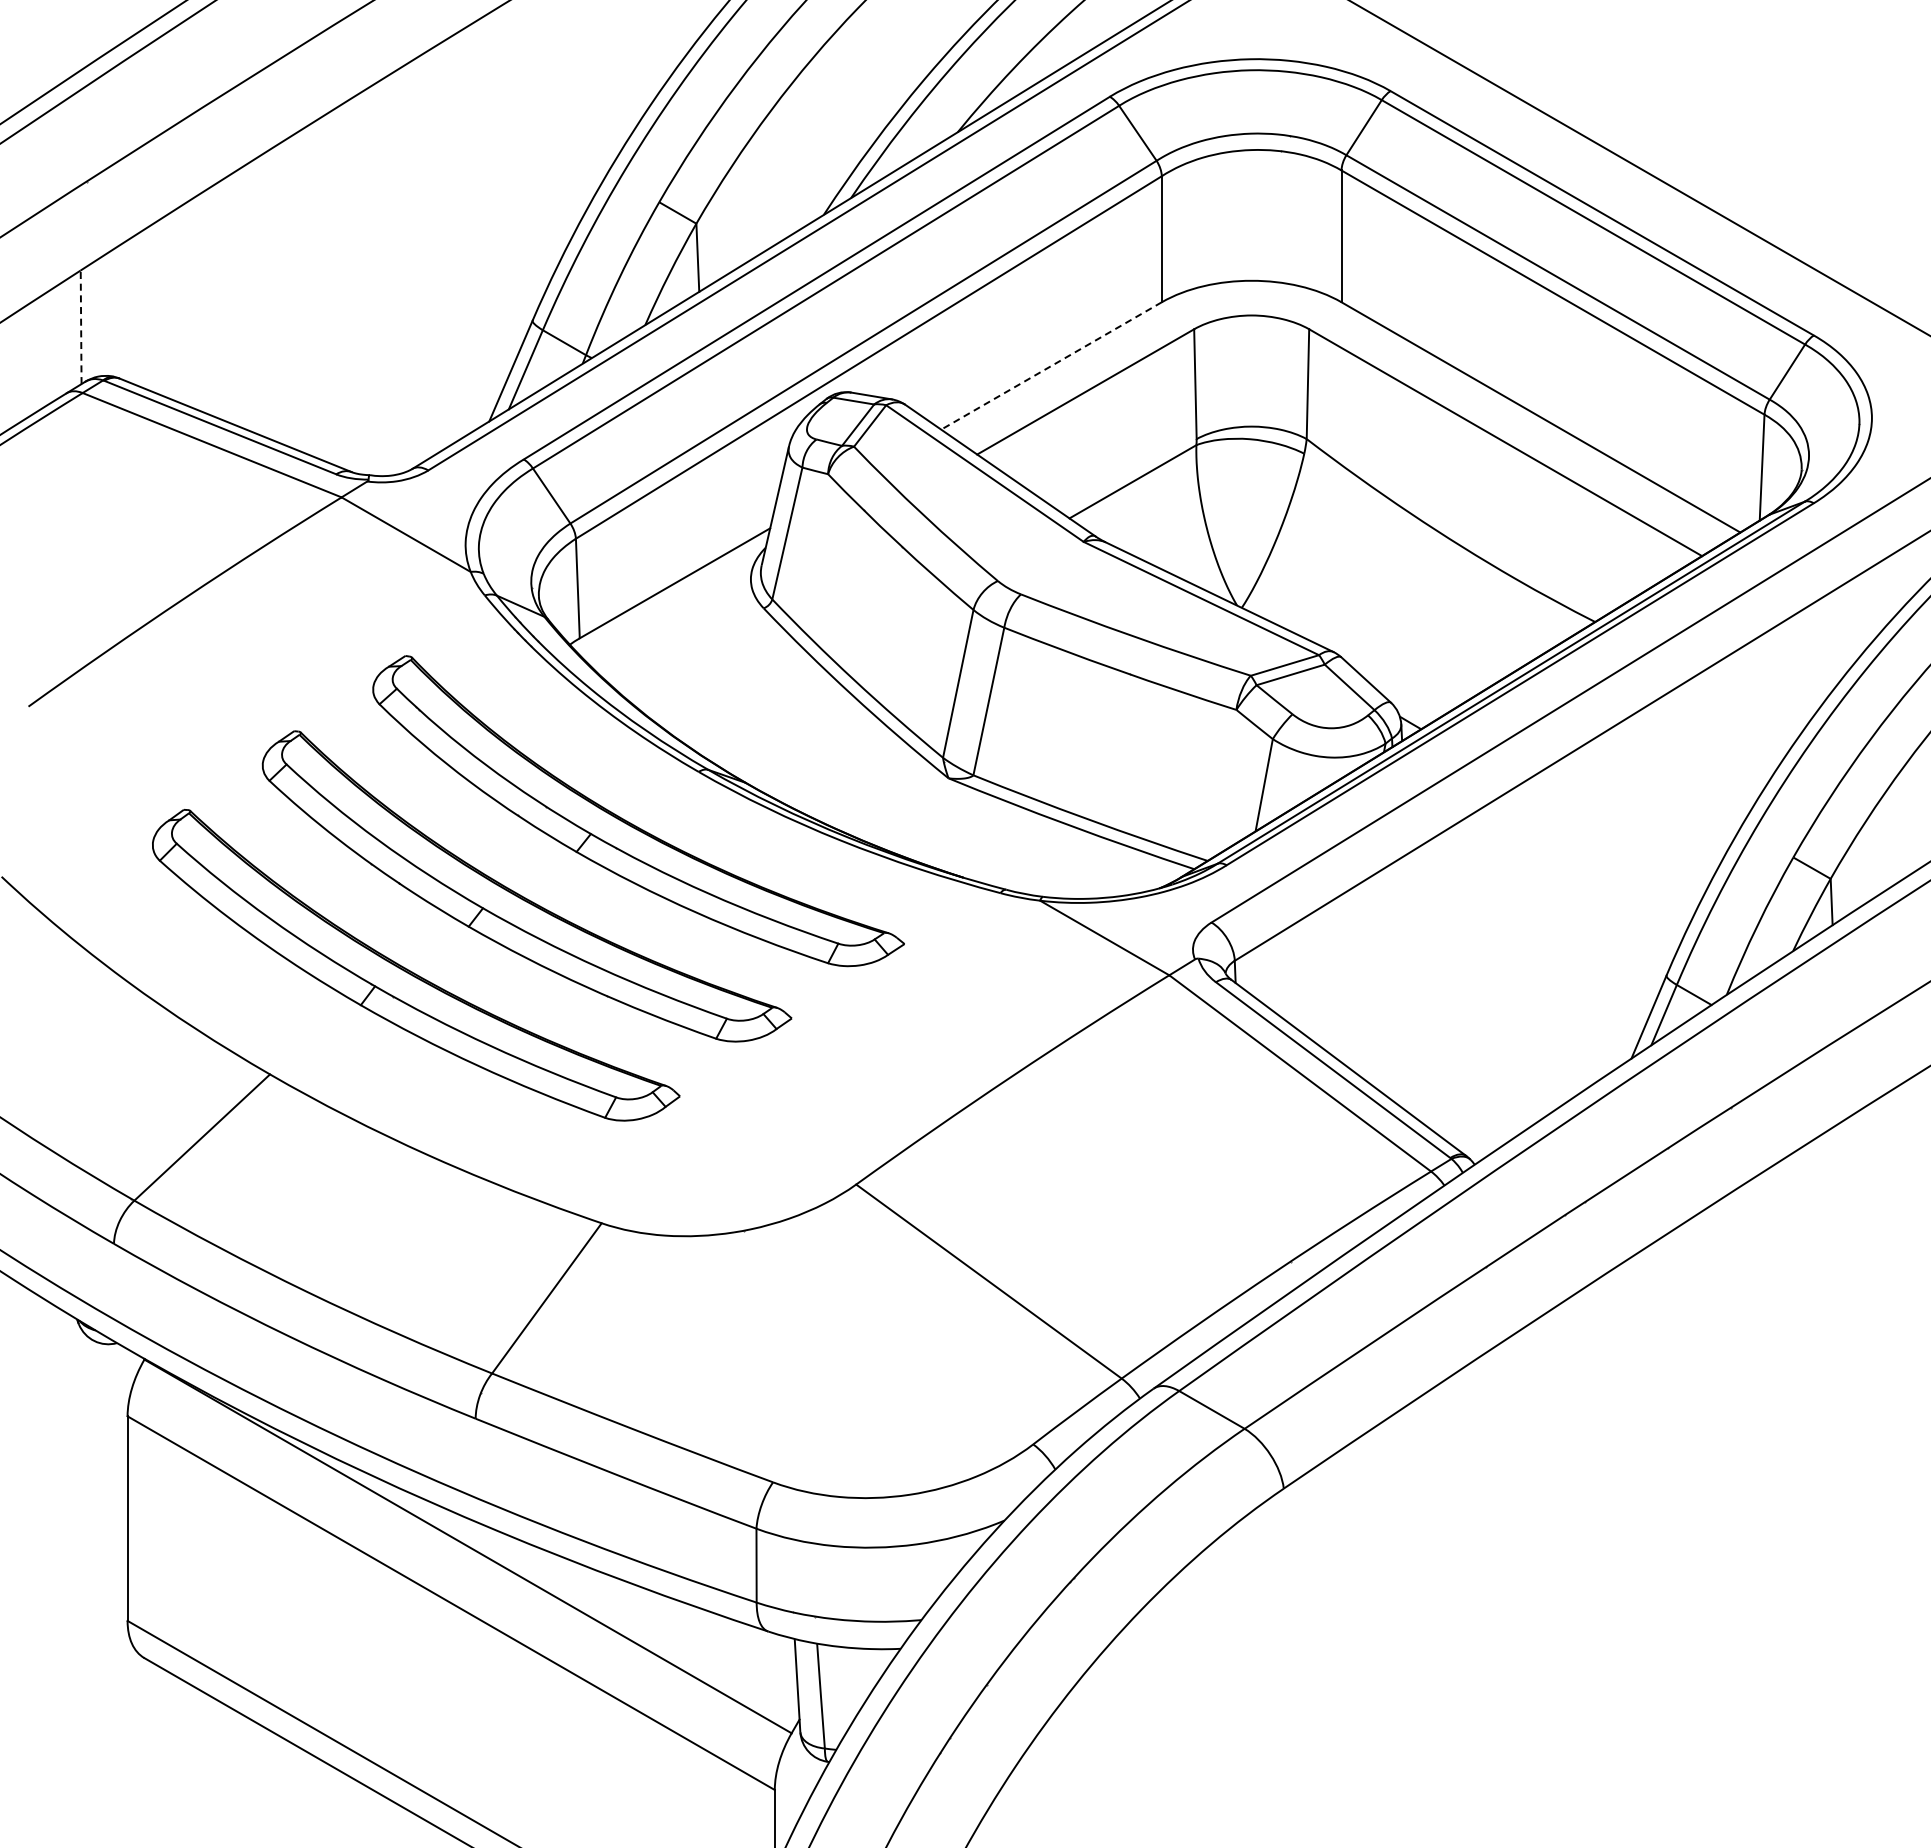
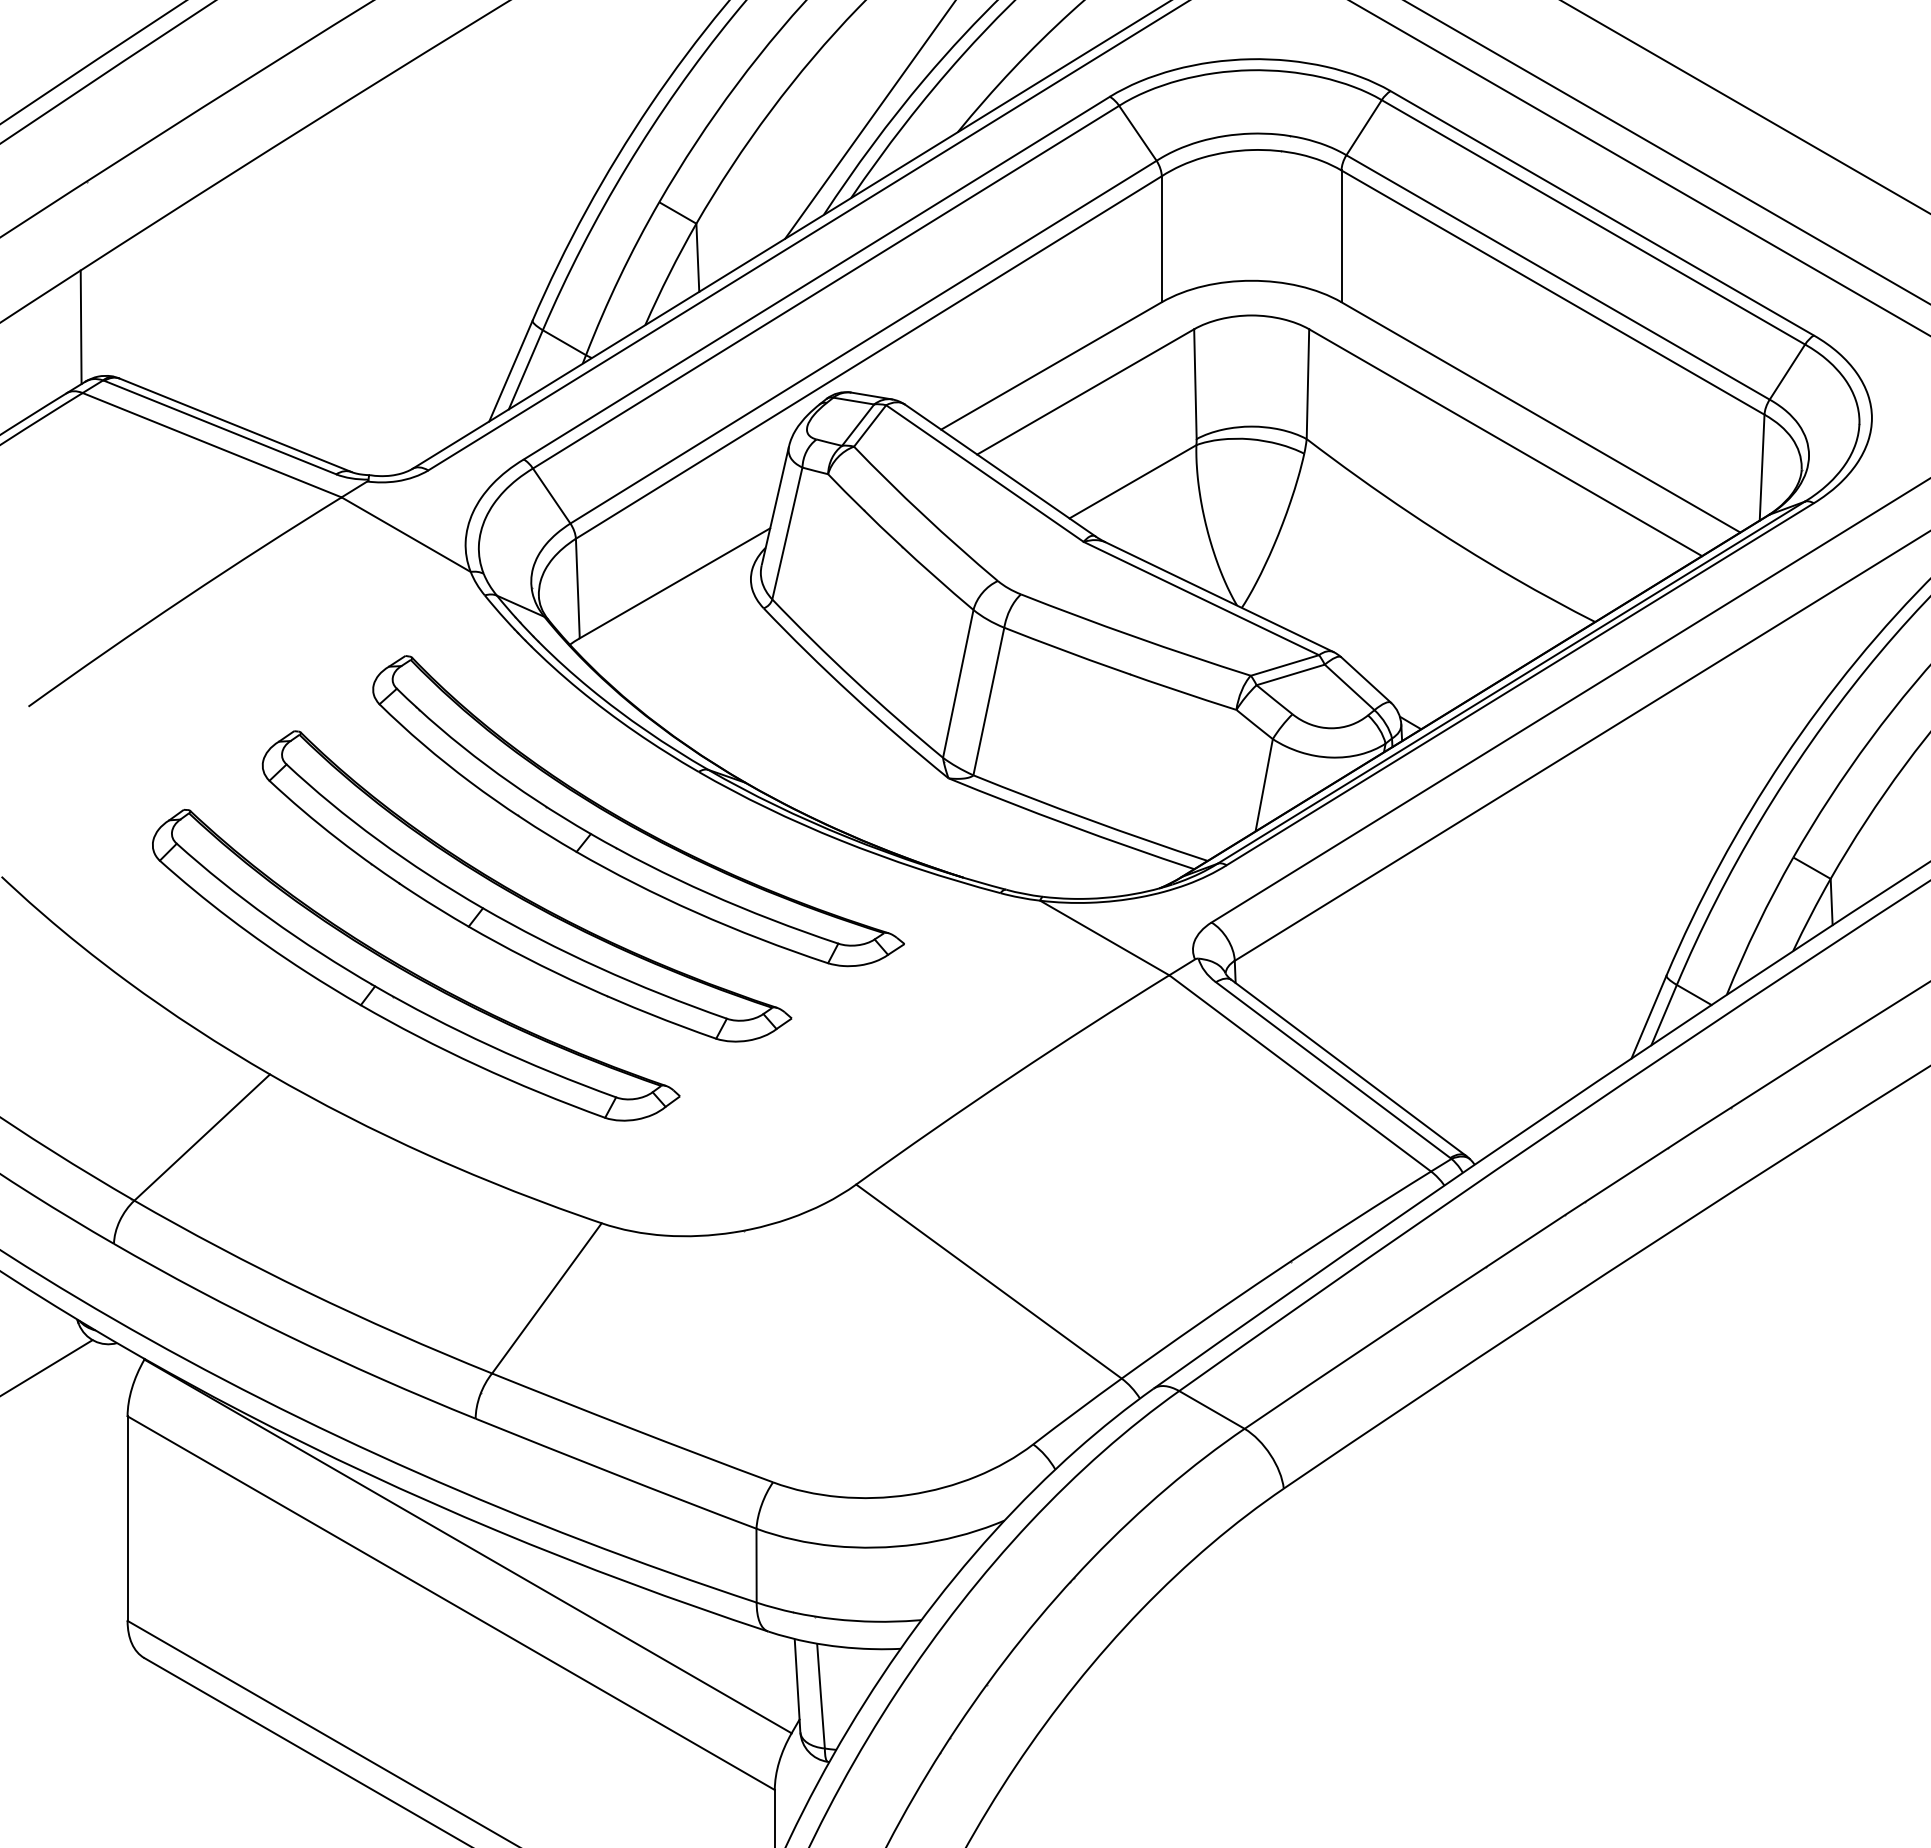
line at (1745, 107): none -> present
line at (869, 120): none -> present
line at (1666, 152): none -> present
line at (81, 327): dashed -> solid
line at (1051, 366): dashed -> solid
line at (47, 1367): none -> present
